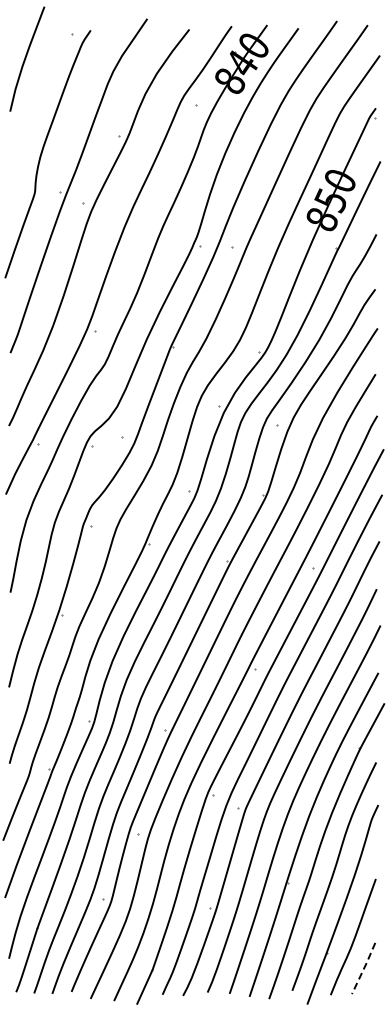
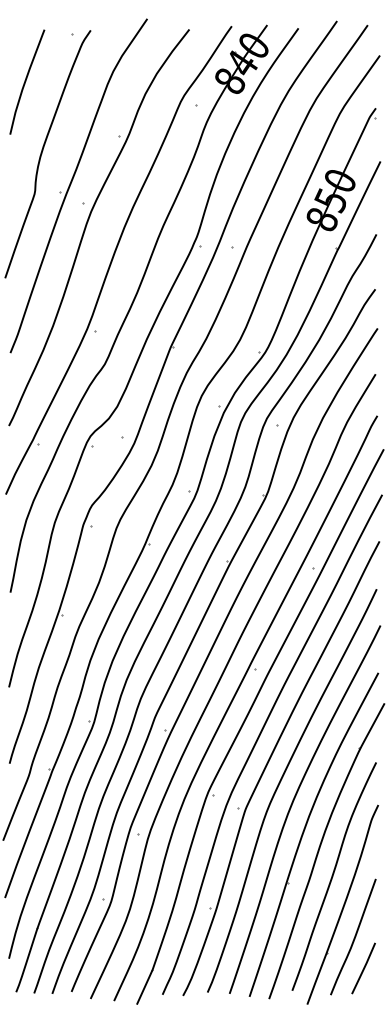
curve at (26, 58) position: (26, 58) -> (26, 81)
line at (363, 968): dashed -> solid
